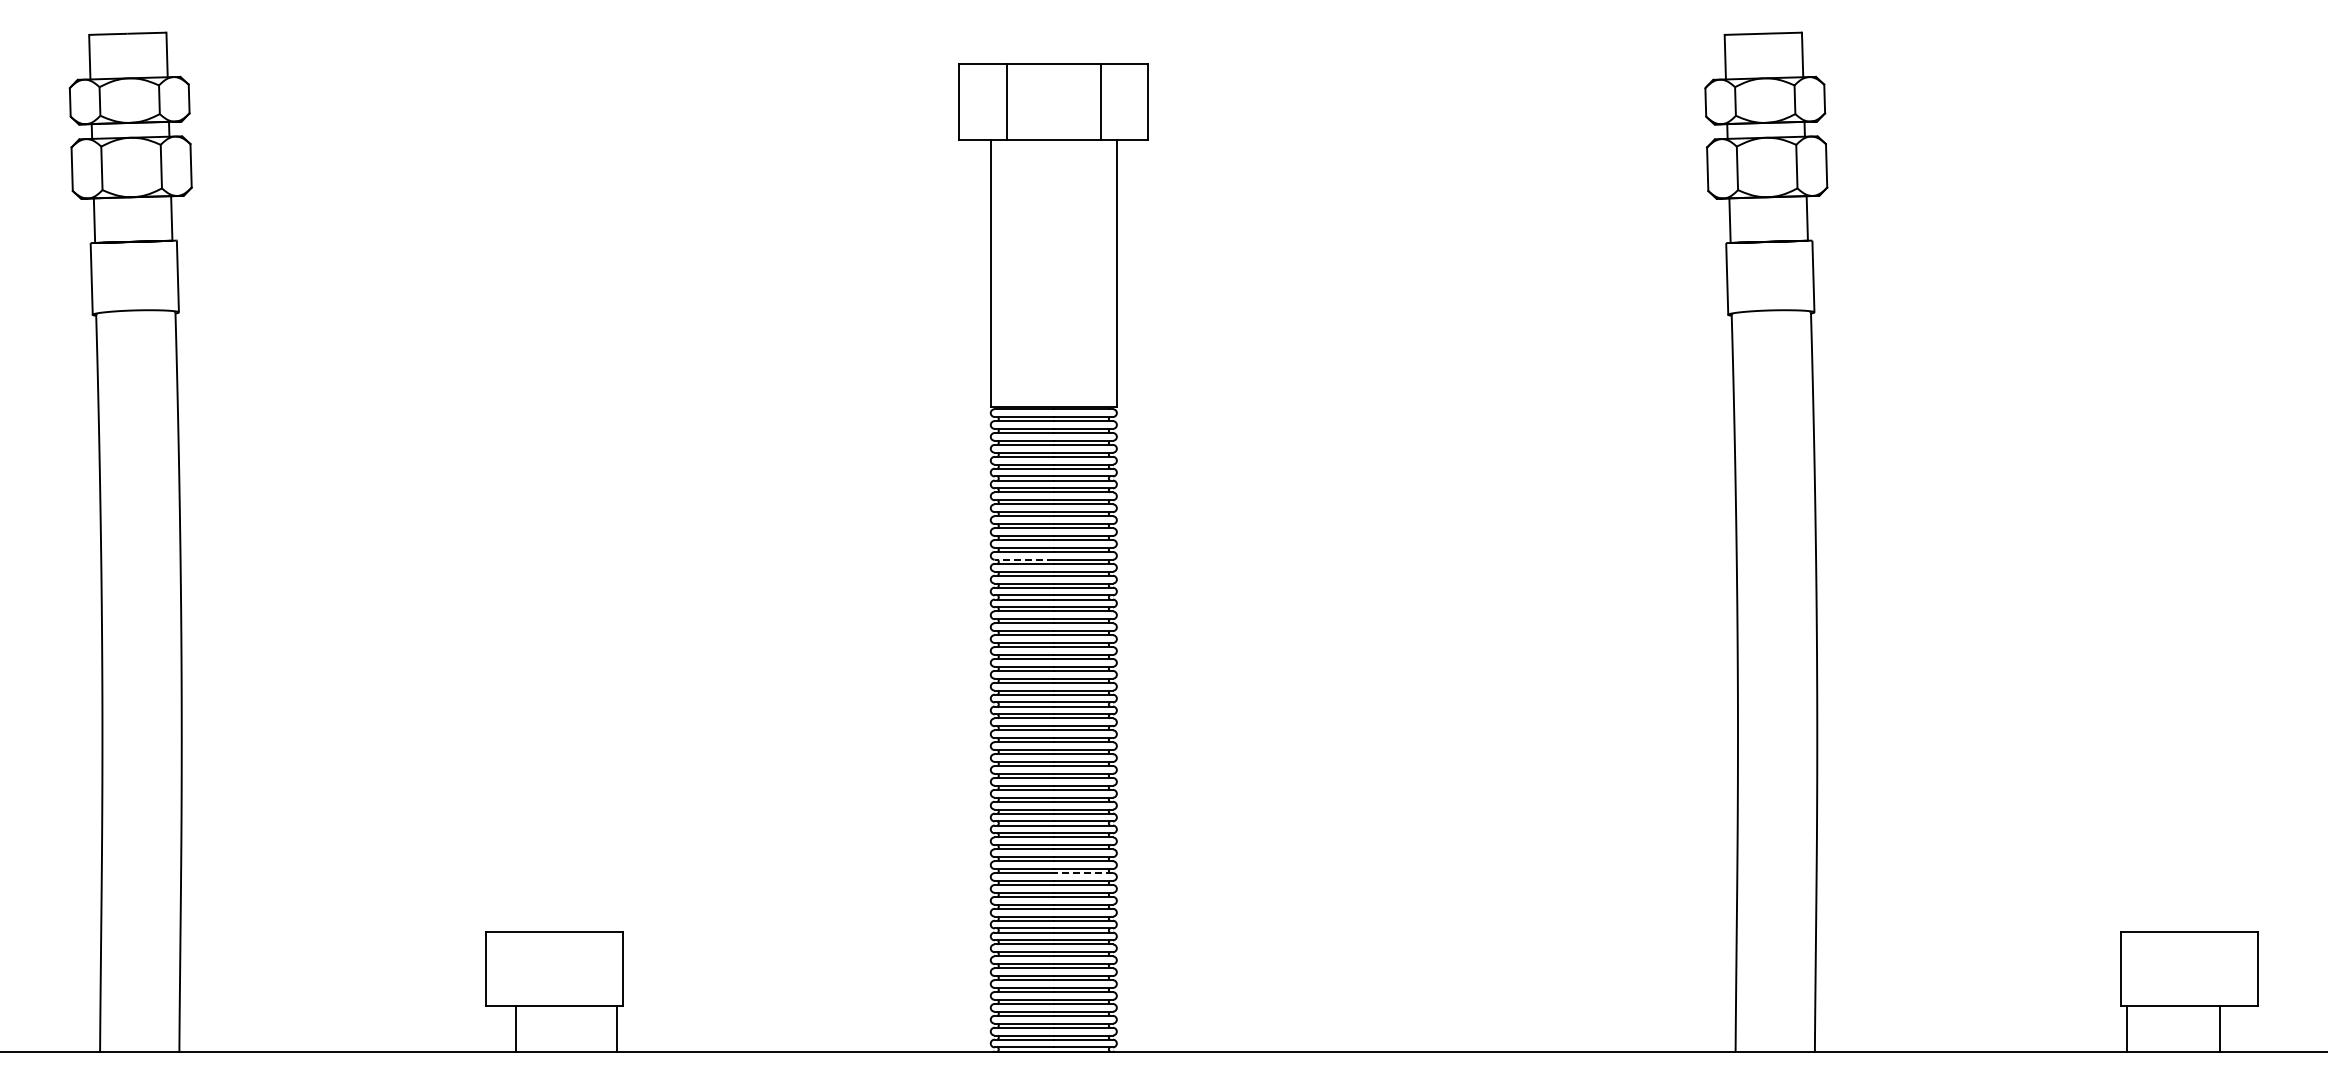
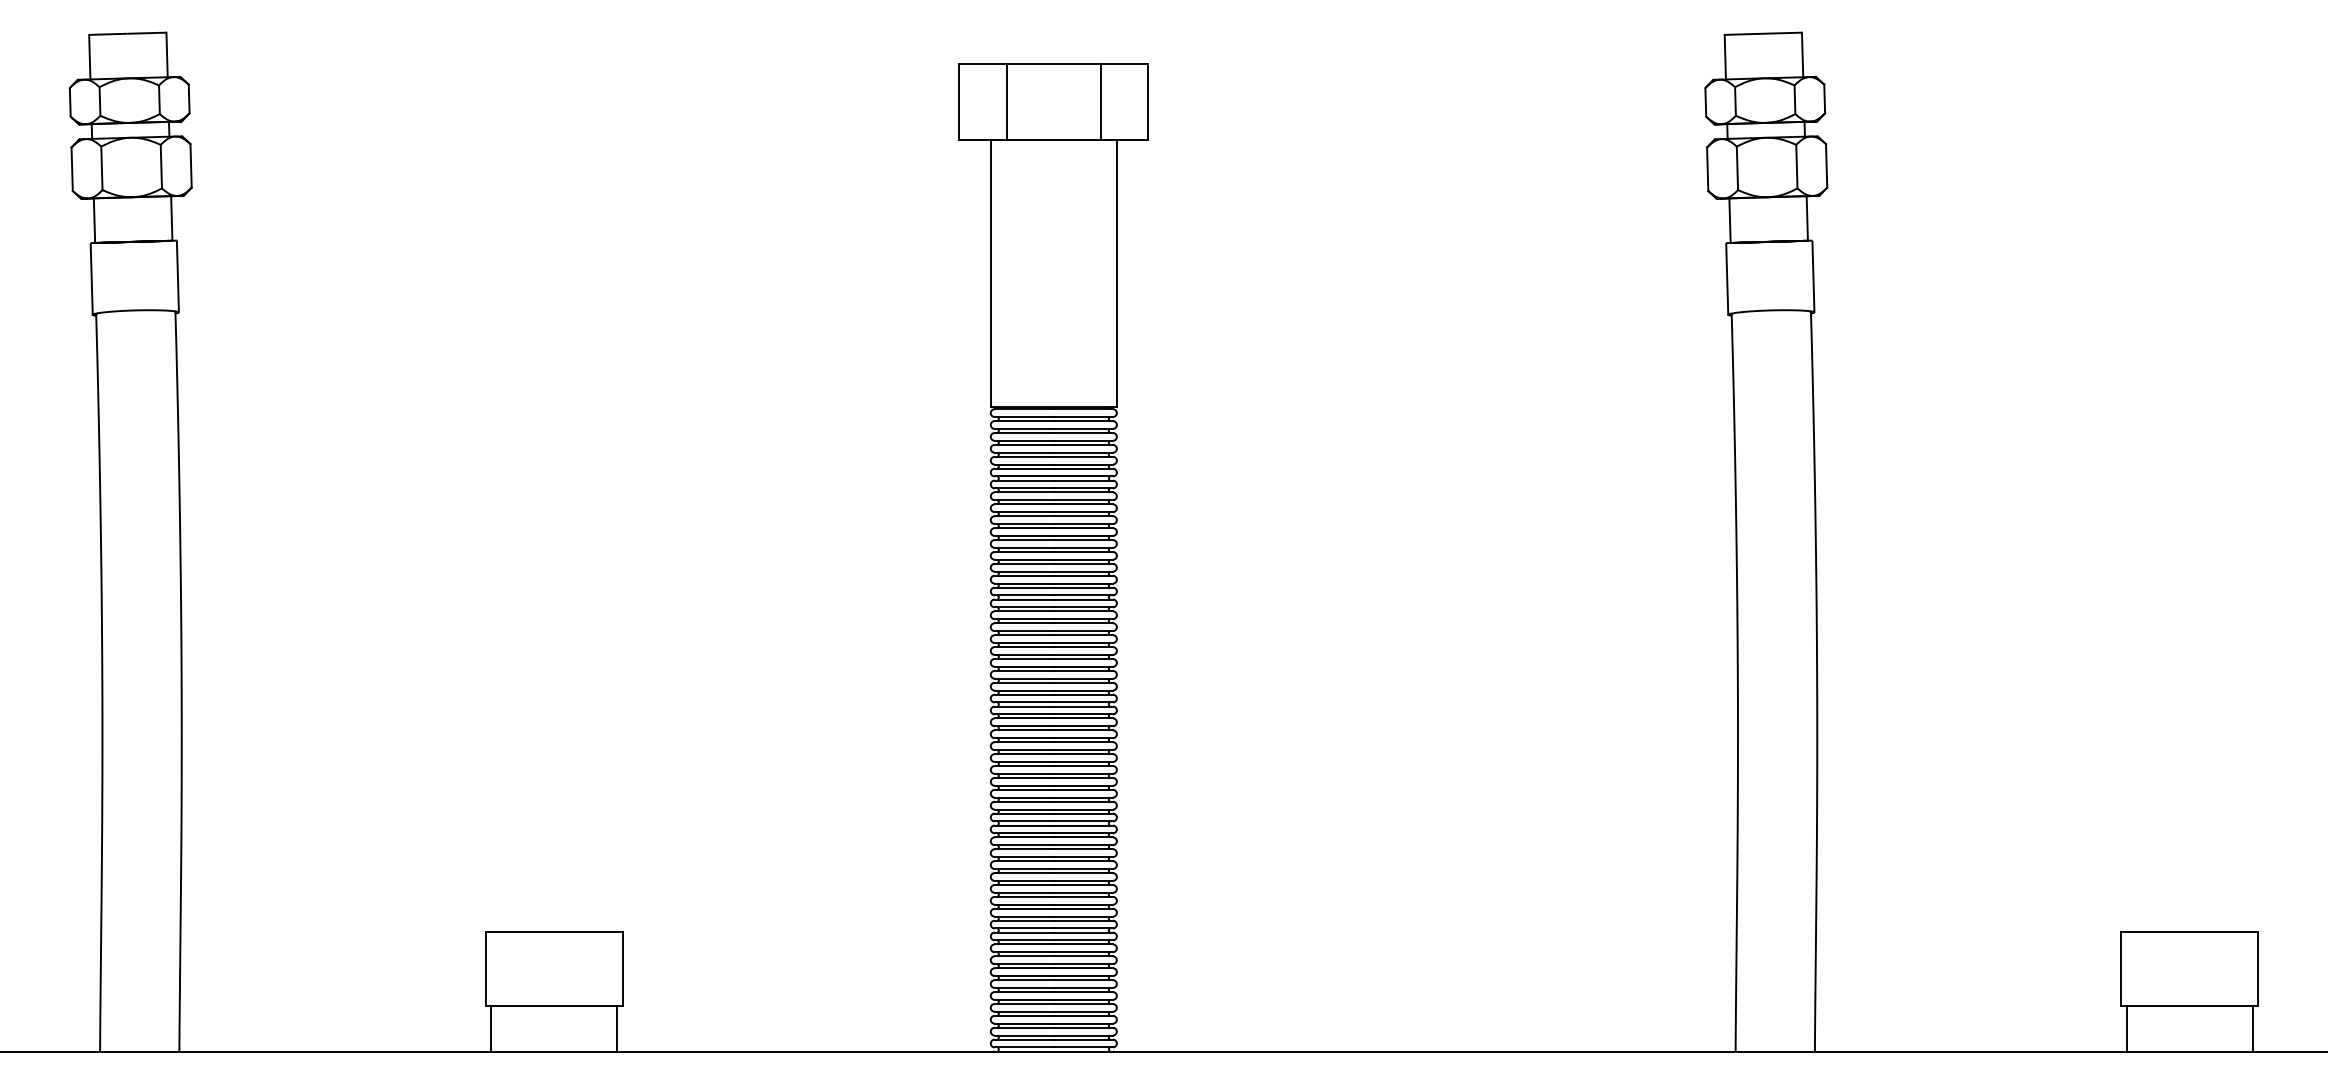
line at (1024, 559): dashed -> solid
line at (1083, 873): dashed -> solid
line at (516, 1029) position: (516, 1029) -> (491, 1029)
line at (2219, 1029) position: (2219, 1029) -> (2252, 1029)
